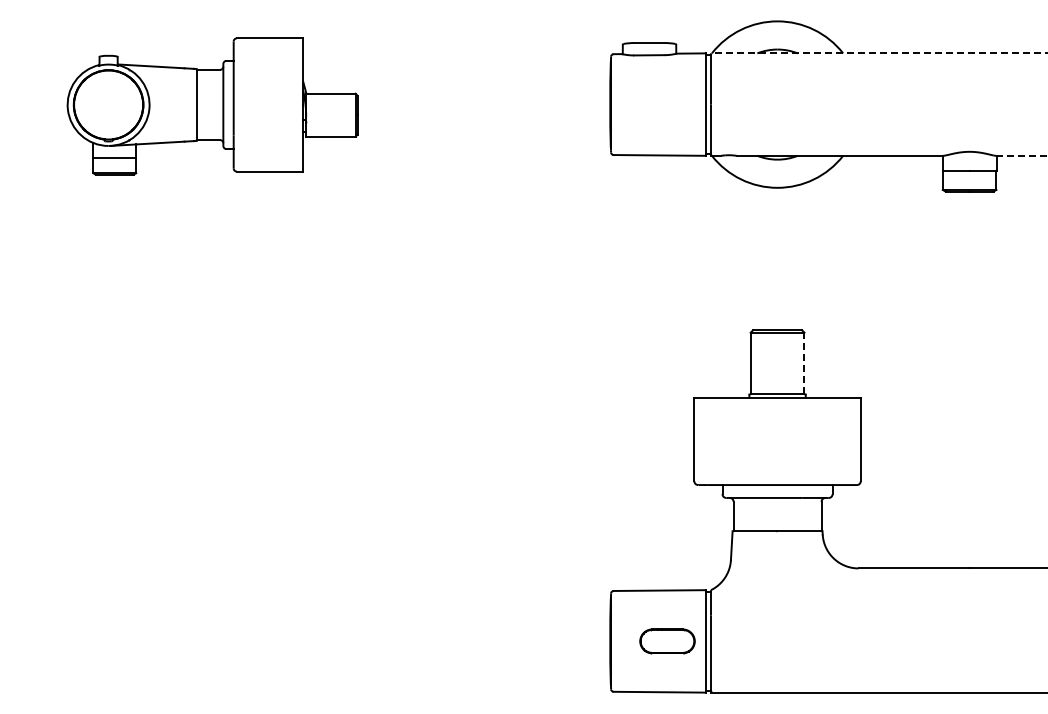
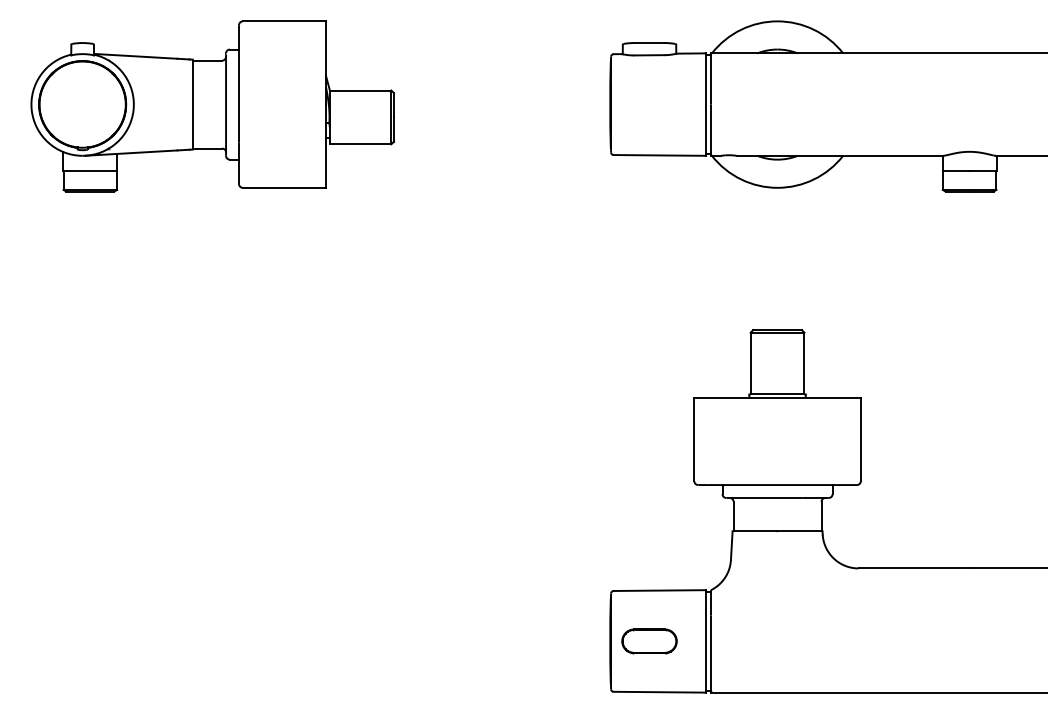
line at (878, 53): dashed -> solid
part at (212, 106) size: 293x139 px -> 365x173 px
line at (1021, 155): dashed -> solid
line at (804, 363): dashed -> solid
part at (667, 641) position: (667, 641) -> (649, 641)
